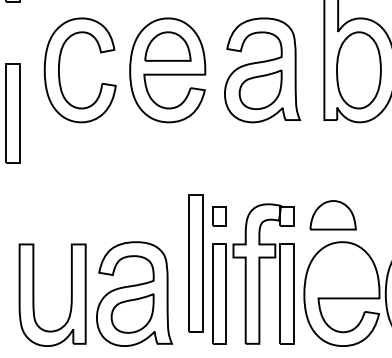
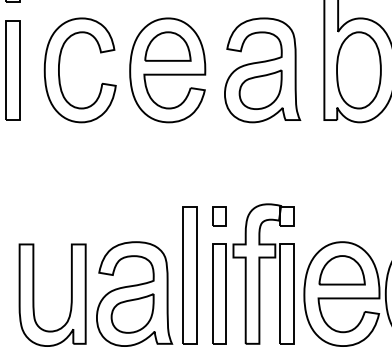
part at (12, 113) position: (12, 113) -> (12, 70)
part at (332, 215) position: (332, 215) -> (341, 270)
part at (195, 263) position: (195, 263) -> (189, 275)
